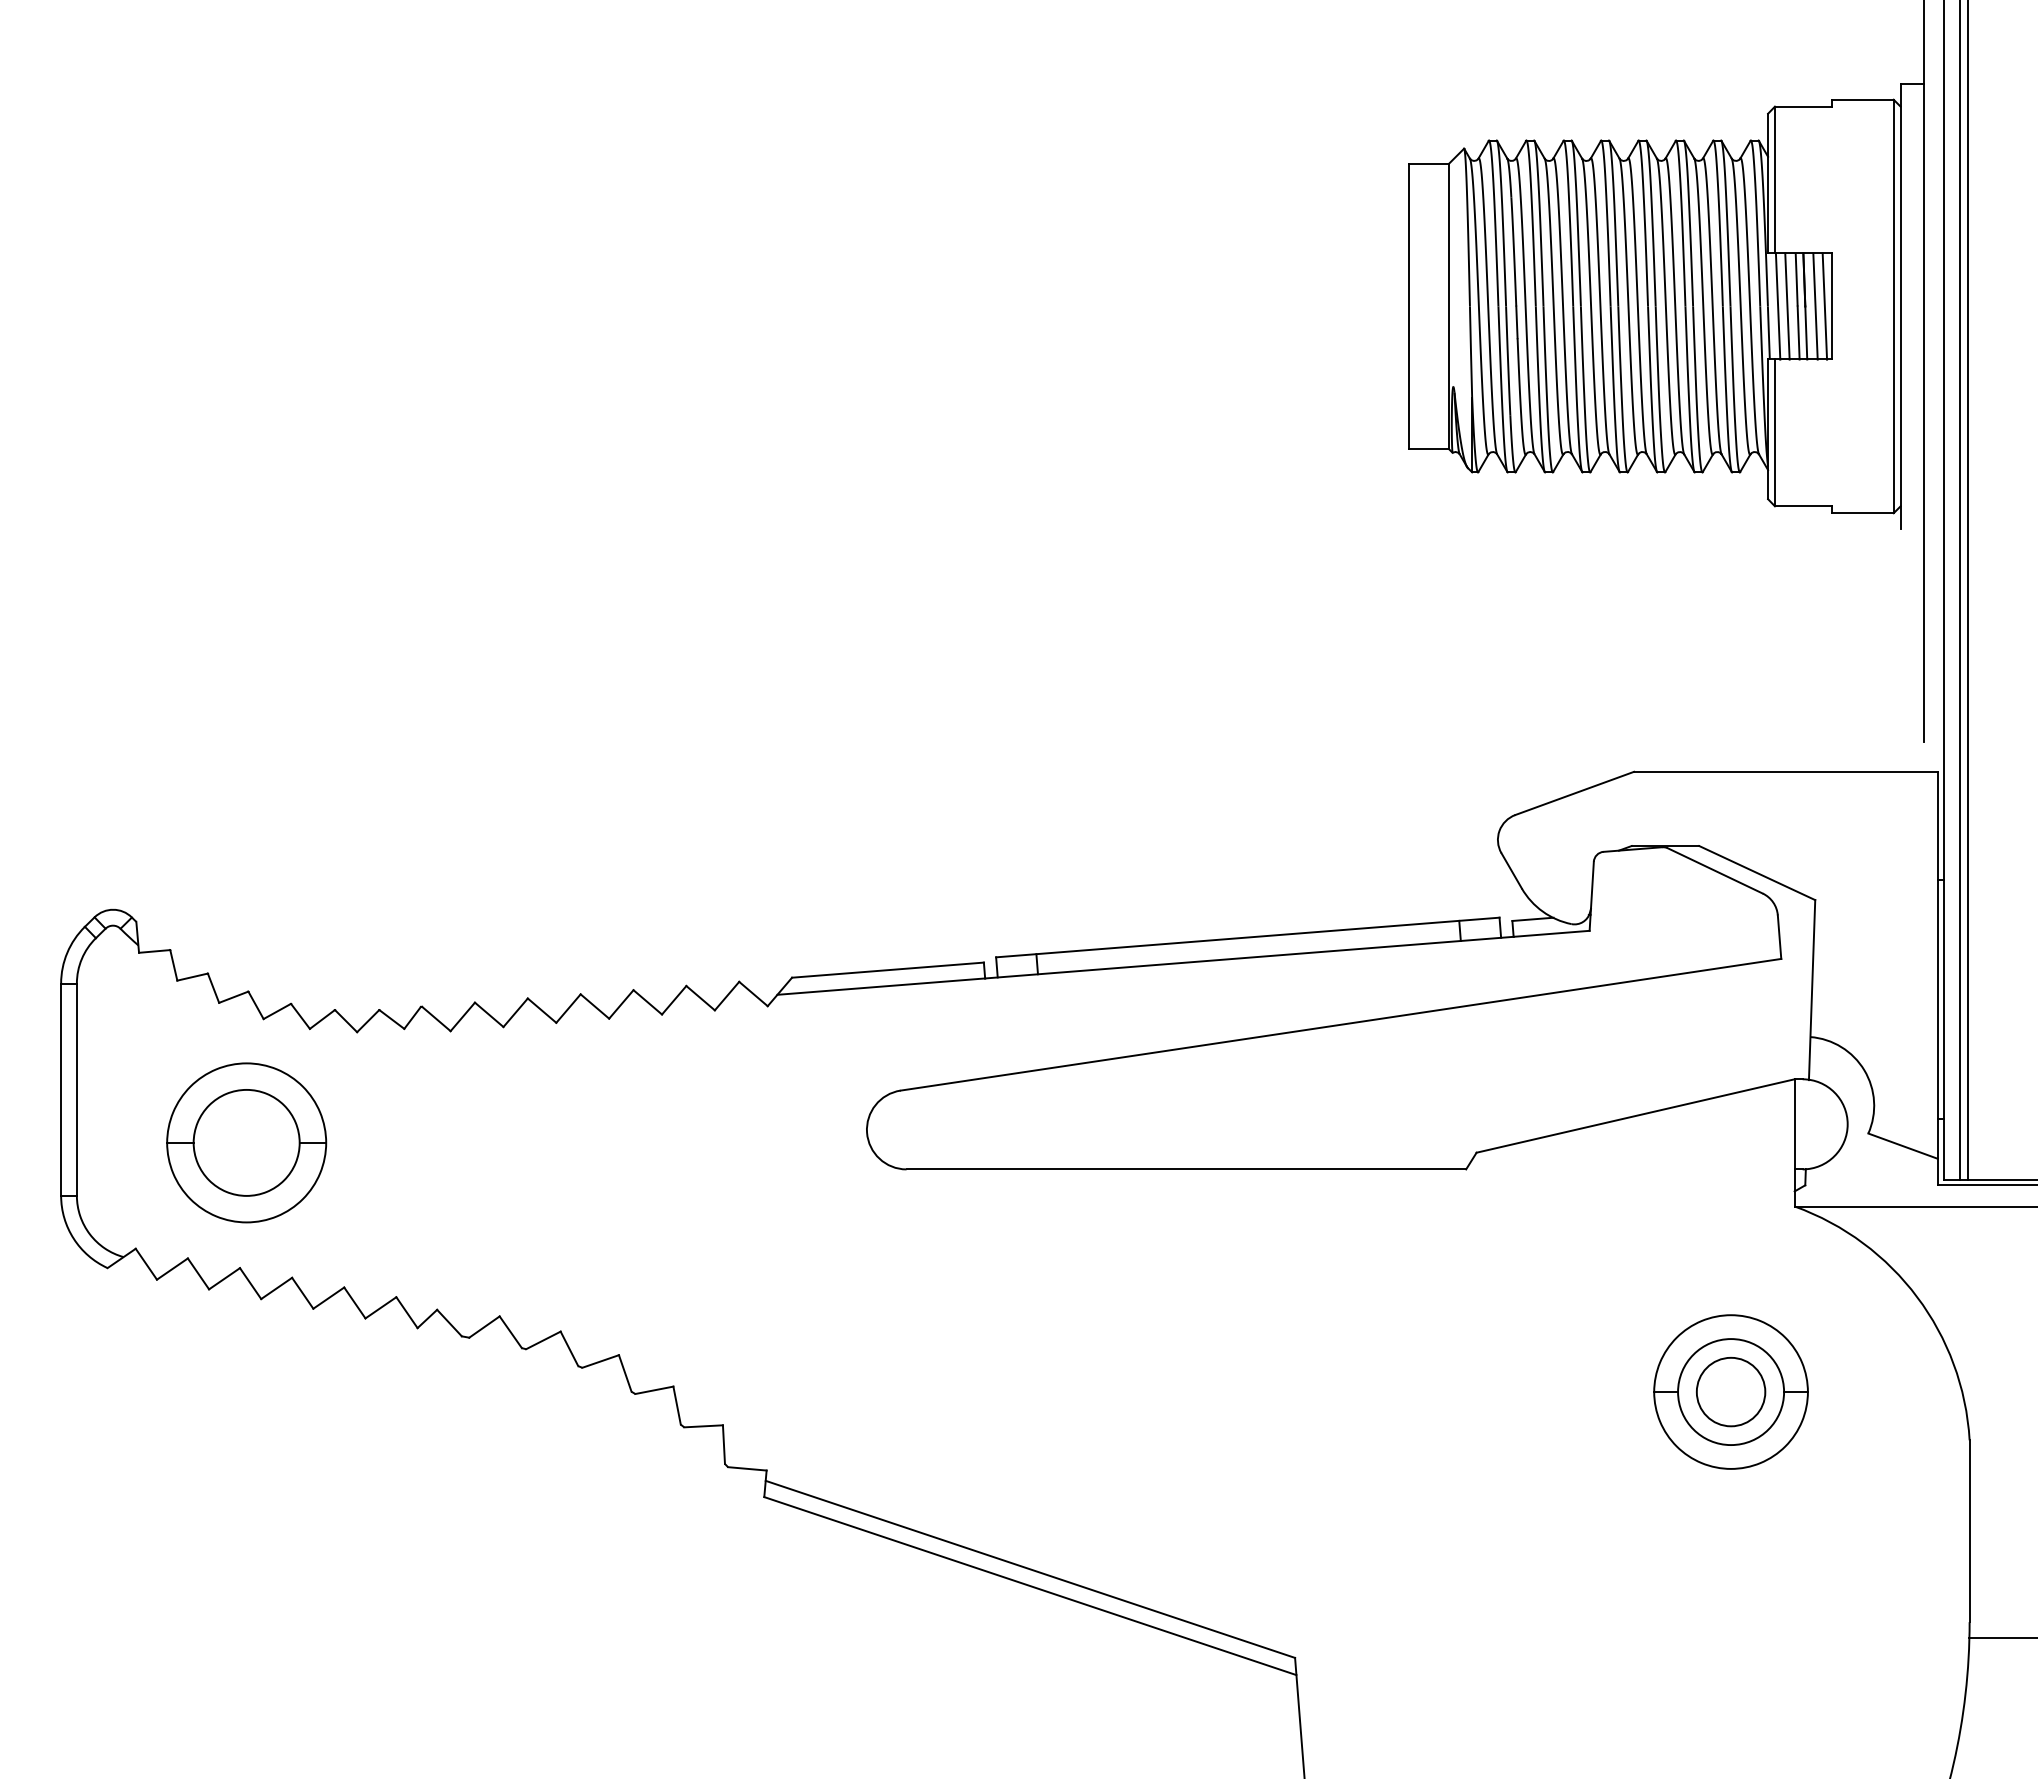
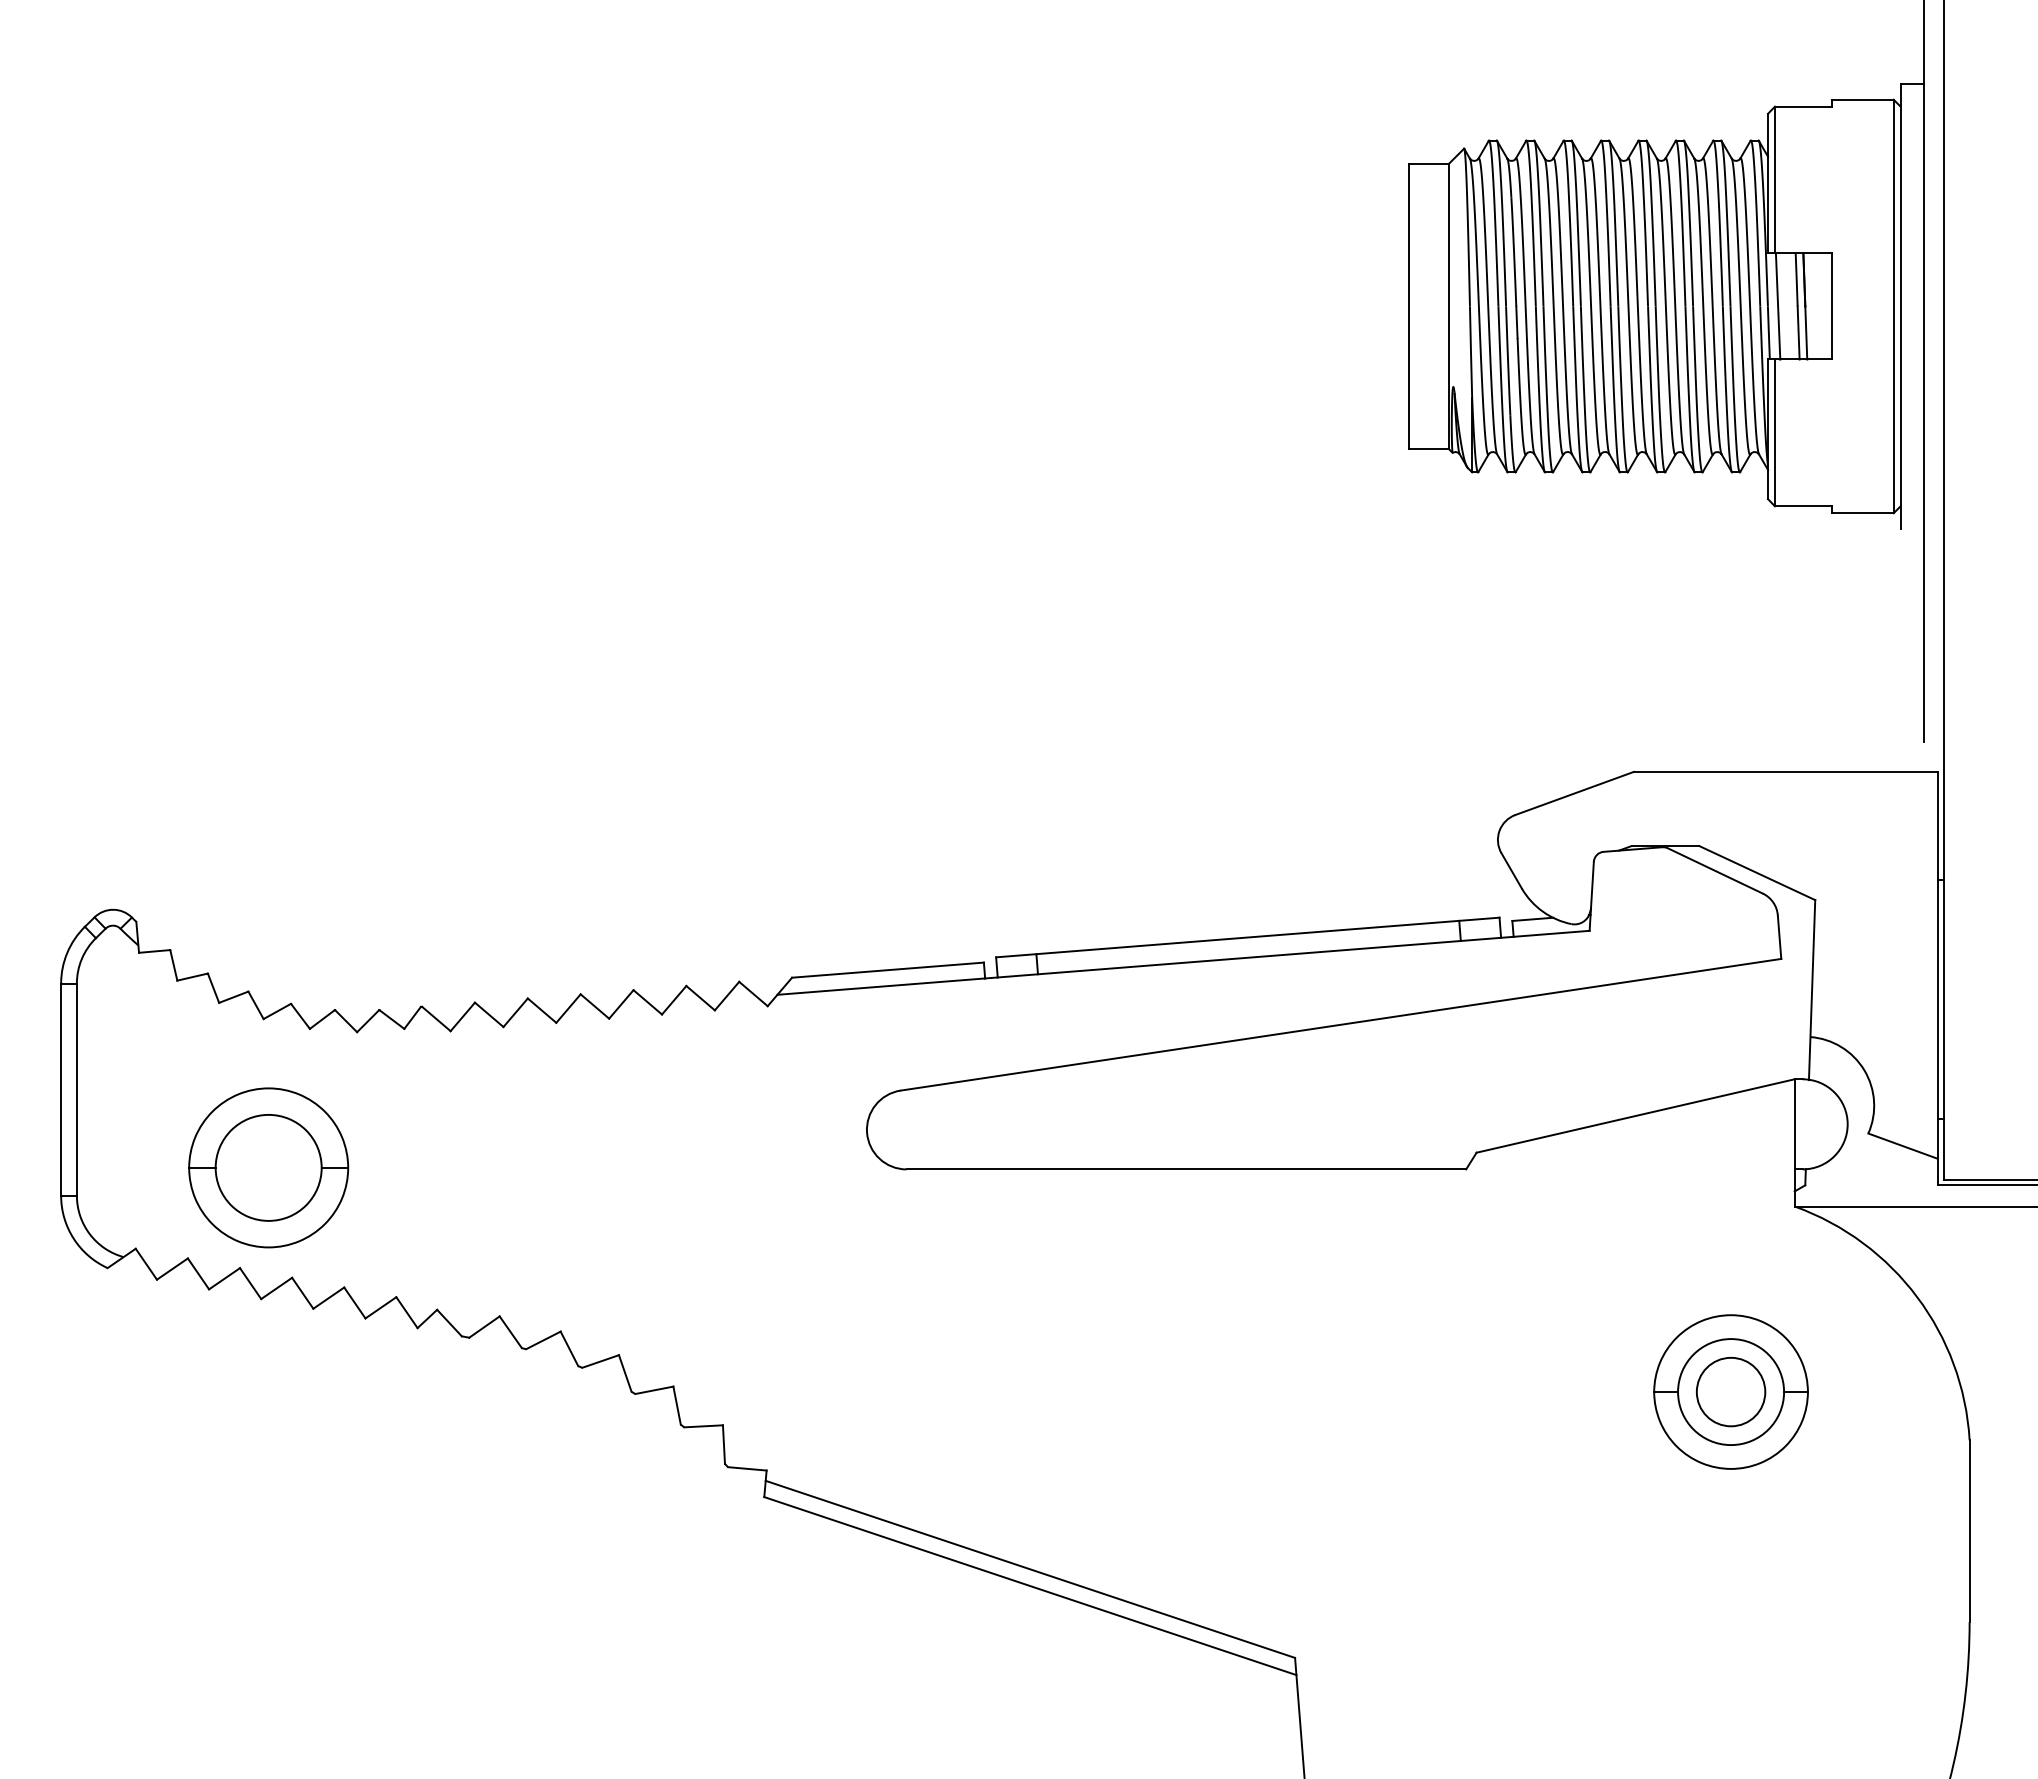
line at (1787, 306): present -> none
line at (1815, 306): present -> none
line at (1824, 306): present -> none
line at (1959, 591): present -> none
line at (1967, 591): present -> none
part at (246, 1142) position: (246, 1142) -> (268, 1167)
line at (2001, 1638): present -> none
